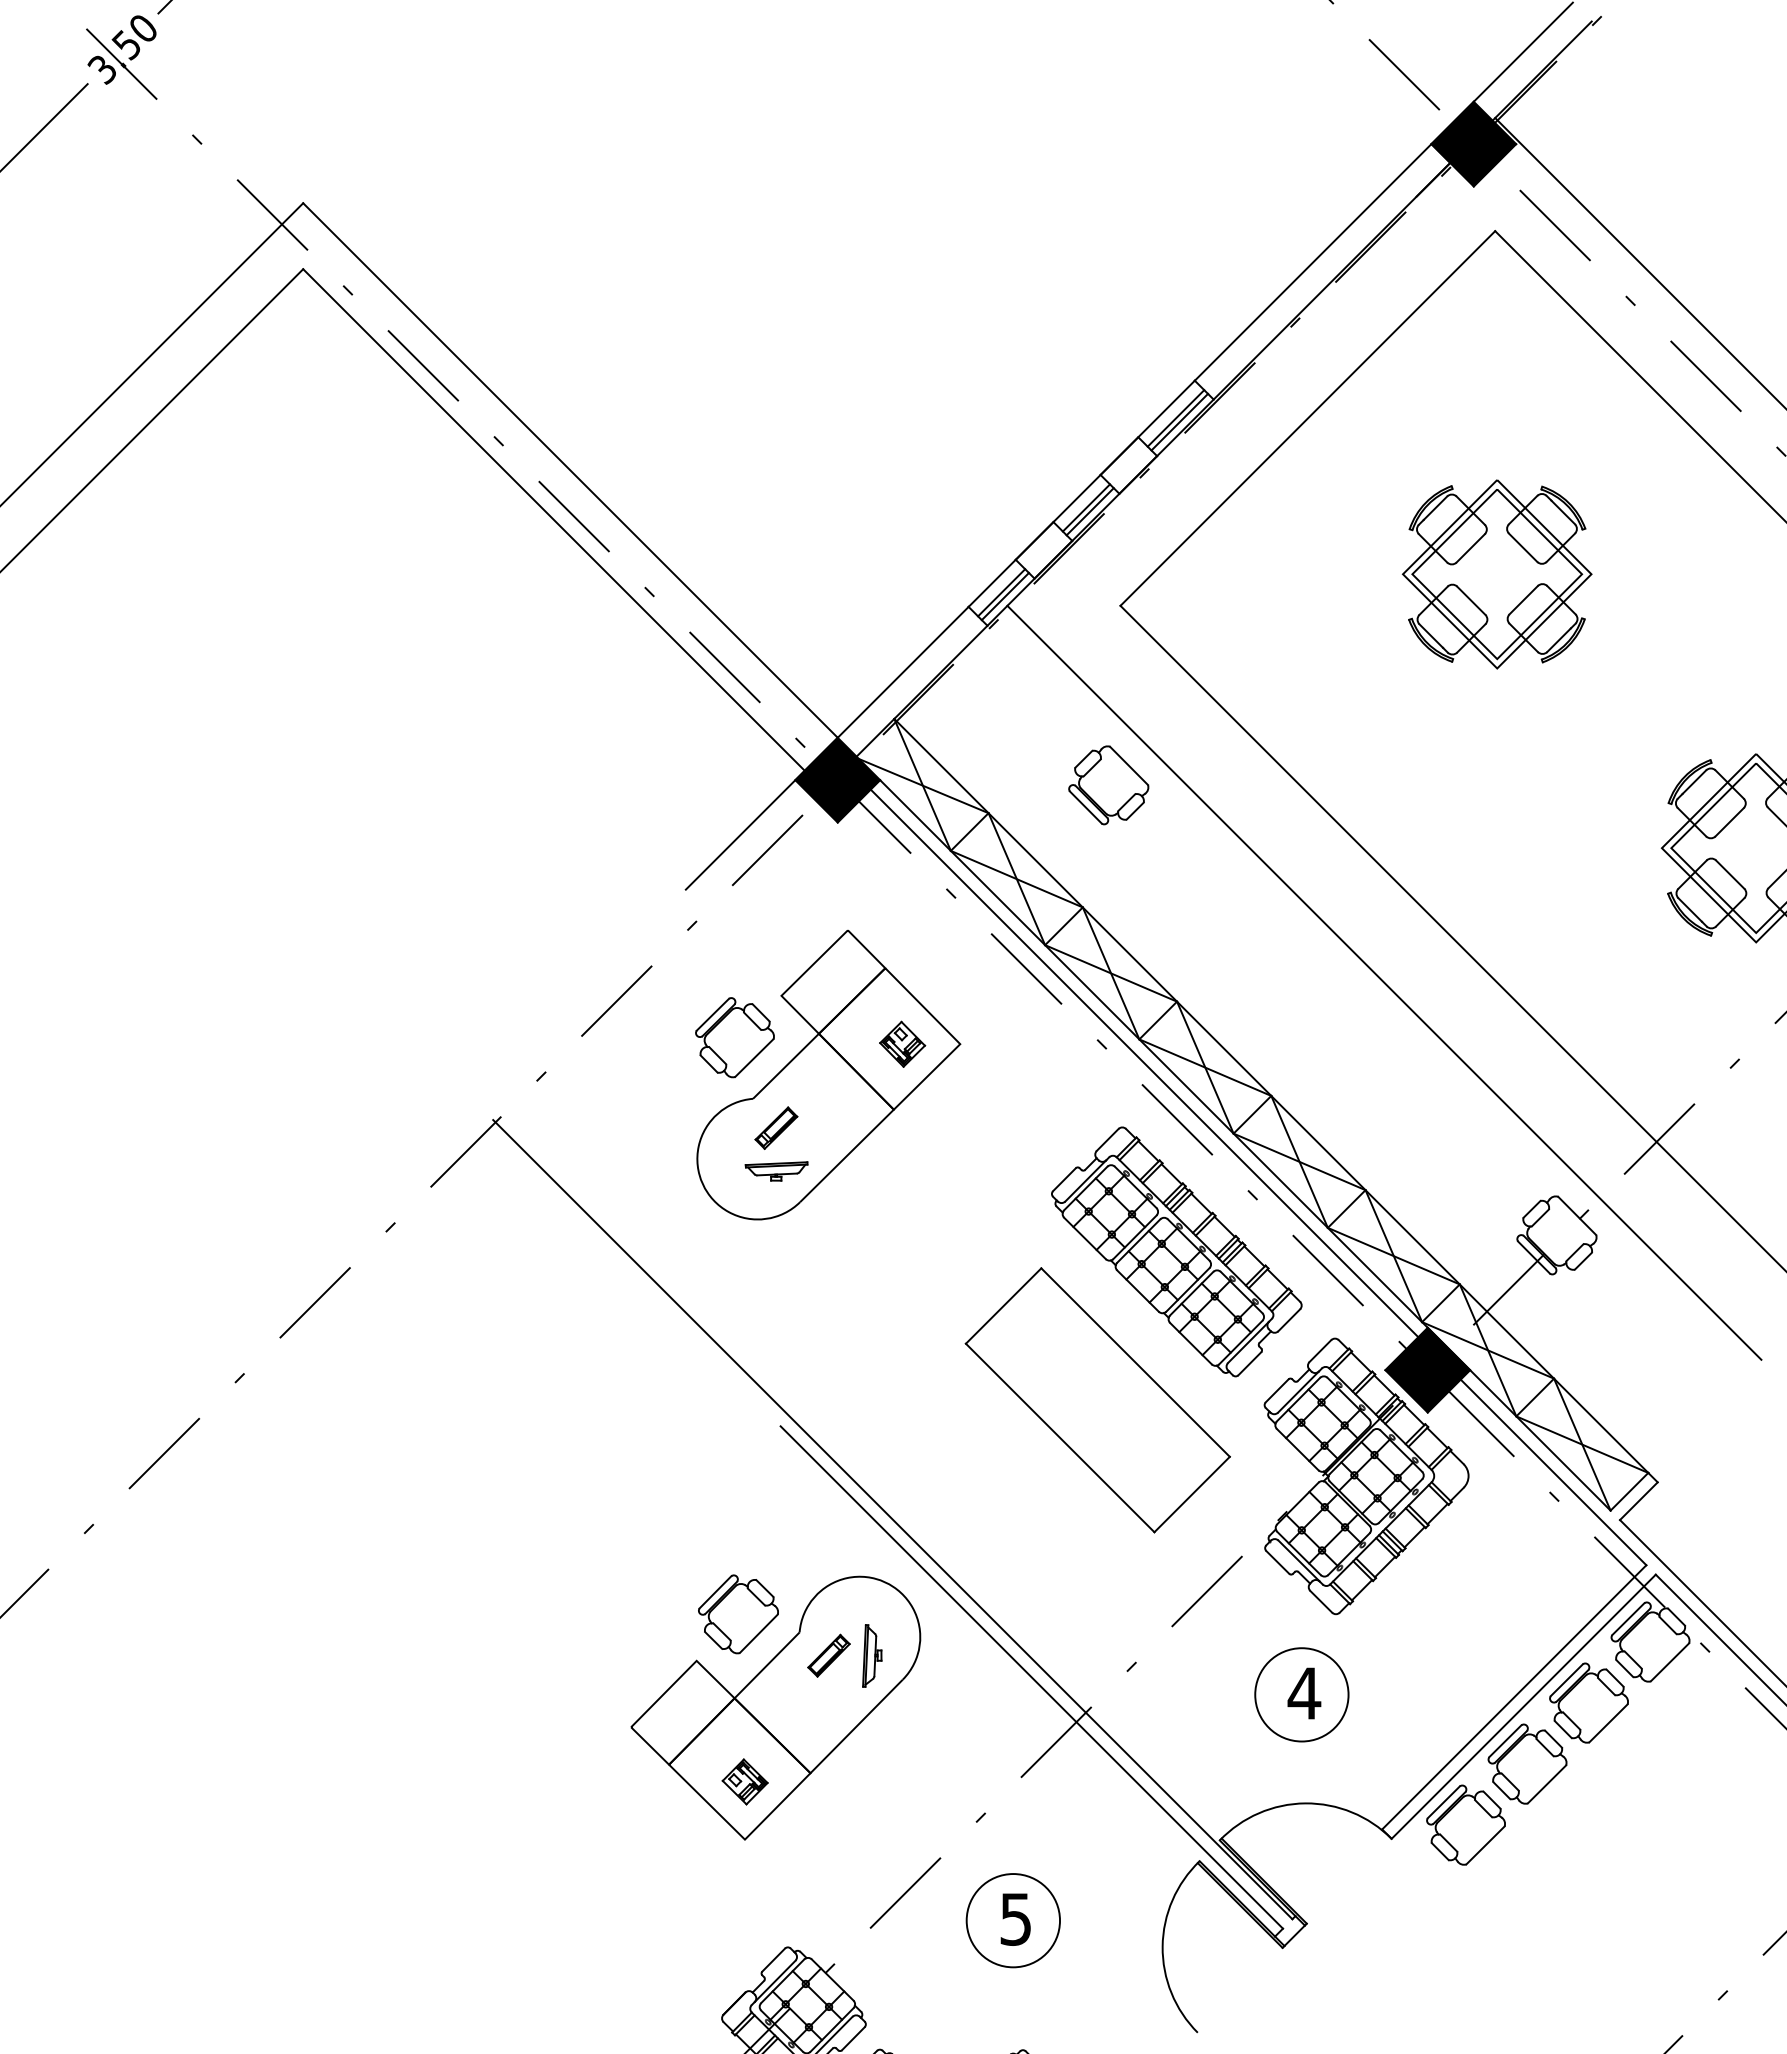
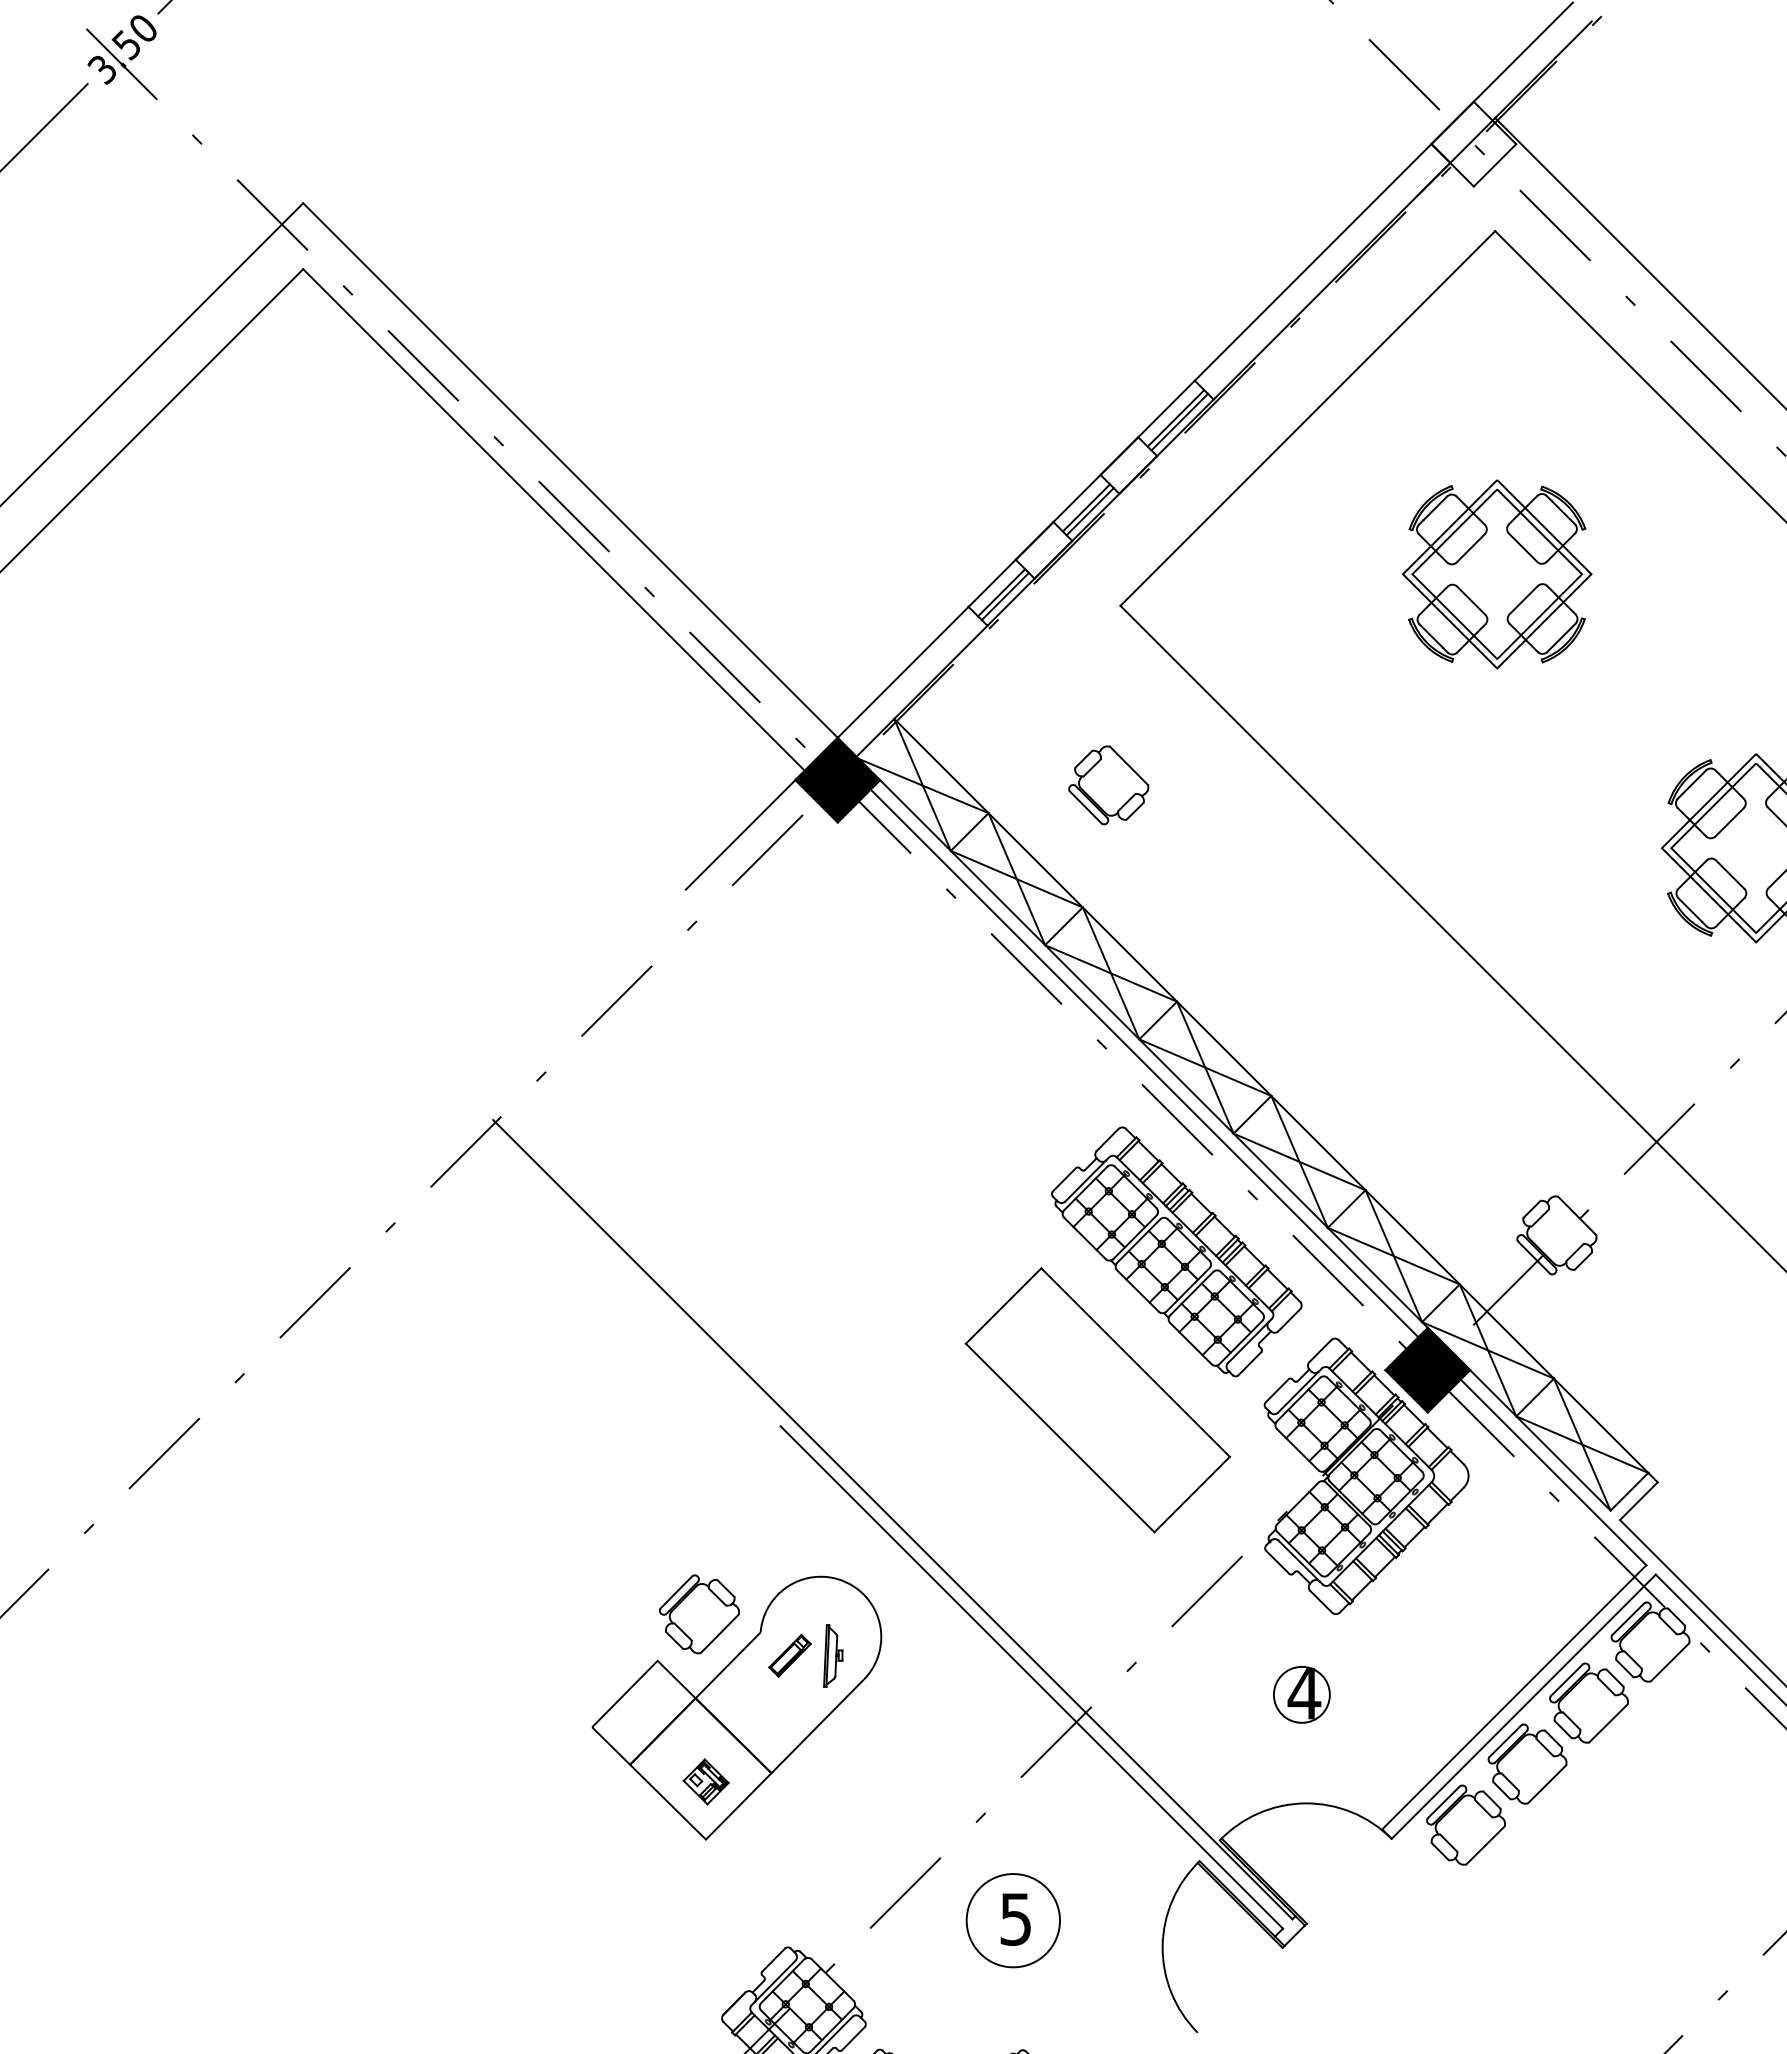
fill at (1473, 143): present -> none
line at (1384, 982): present -> none
part at (828, 1074): present -> none
circle at (1301, 1694) diameter: 93 px -> 56 px
part at (775, 1707) position: (775, 1707) -> (736, 1707)
